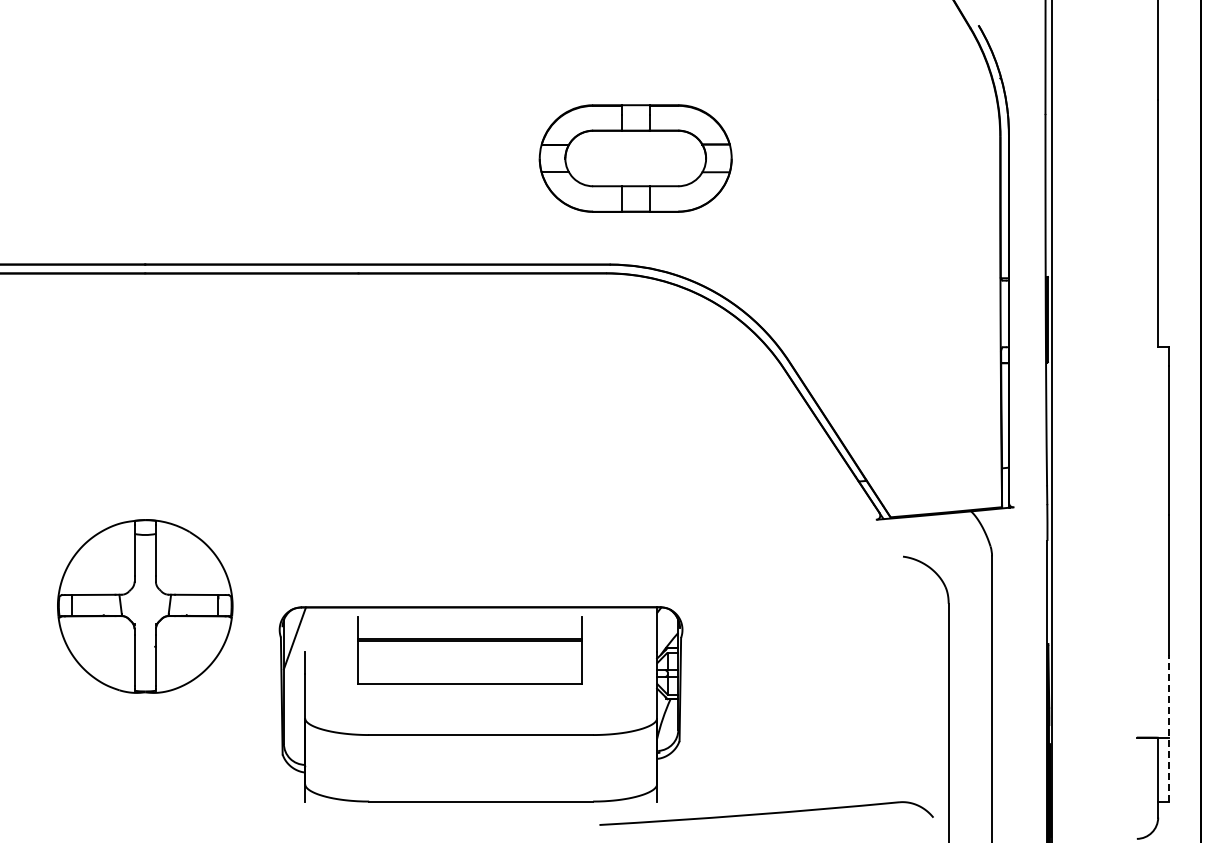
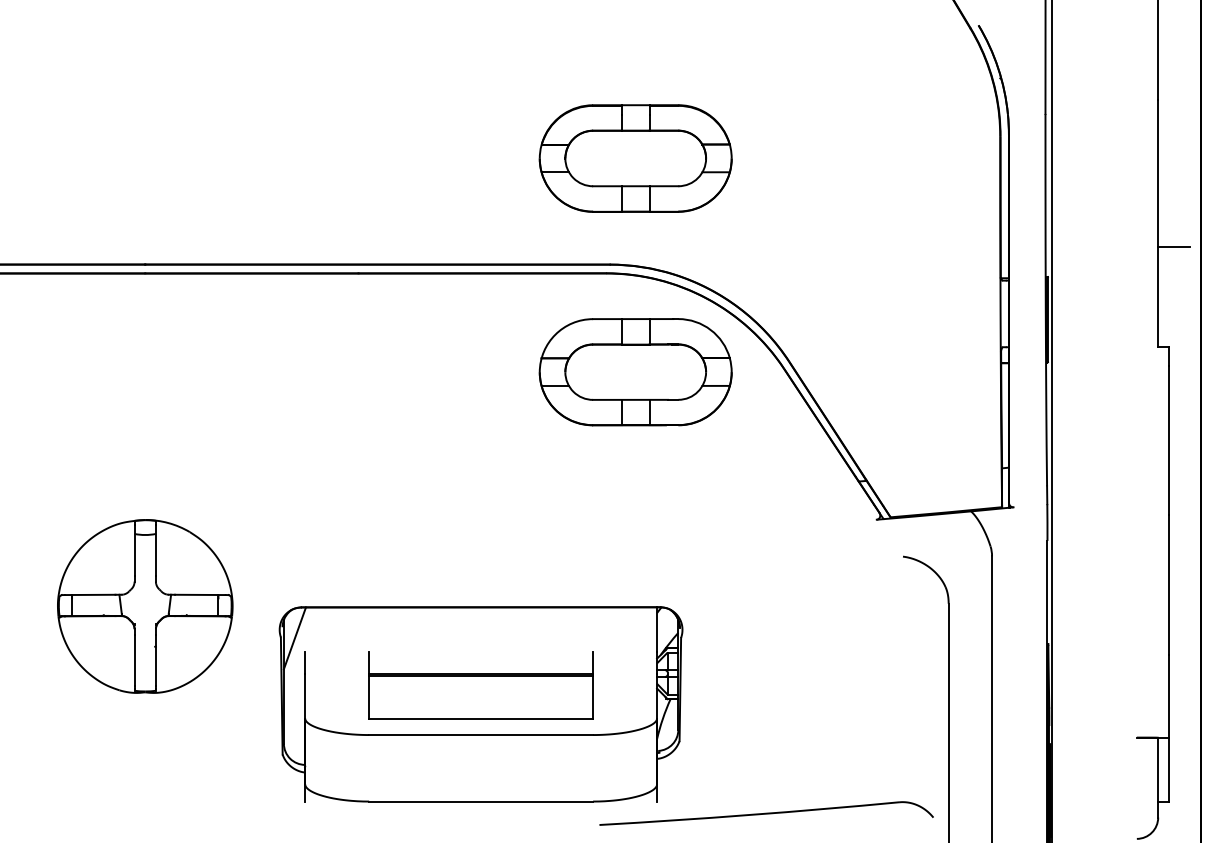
line at (1174, 247): none -> present
part at (635, 372): none -> present
part at (469, 650) position: (469, 650) -> (480, 685)
line at (1168, 727): dashed -> solid
